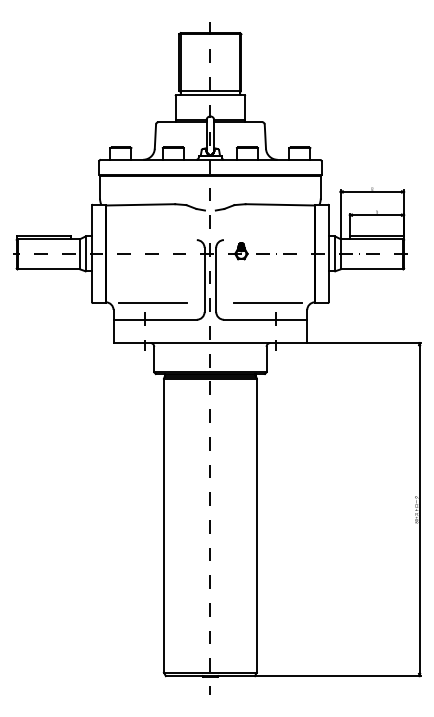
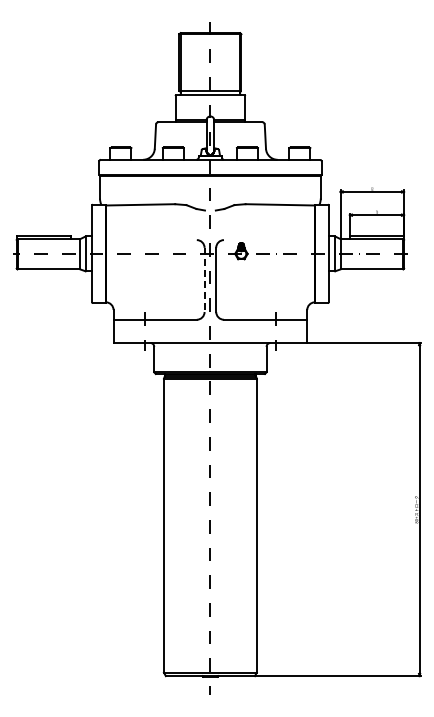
line at (204, 280): solid -> dashed
line at (153, 302): present -> none
line at (267, 302): present -> none
